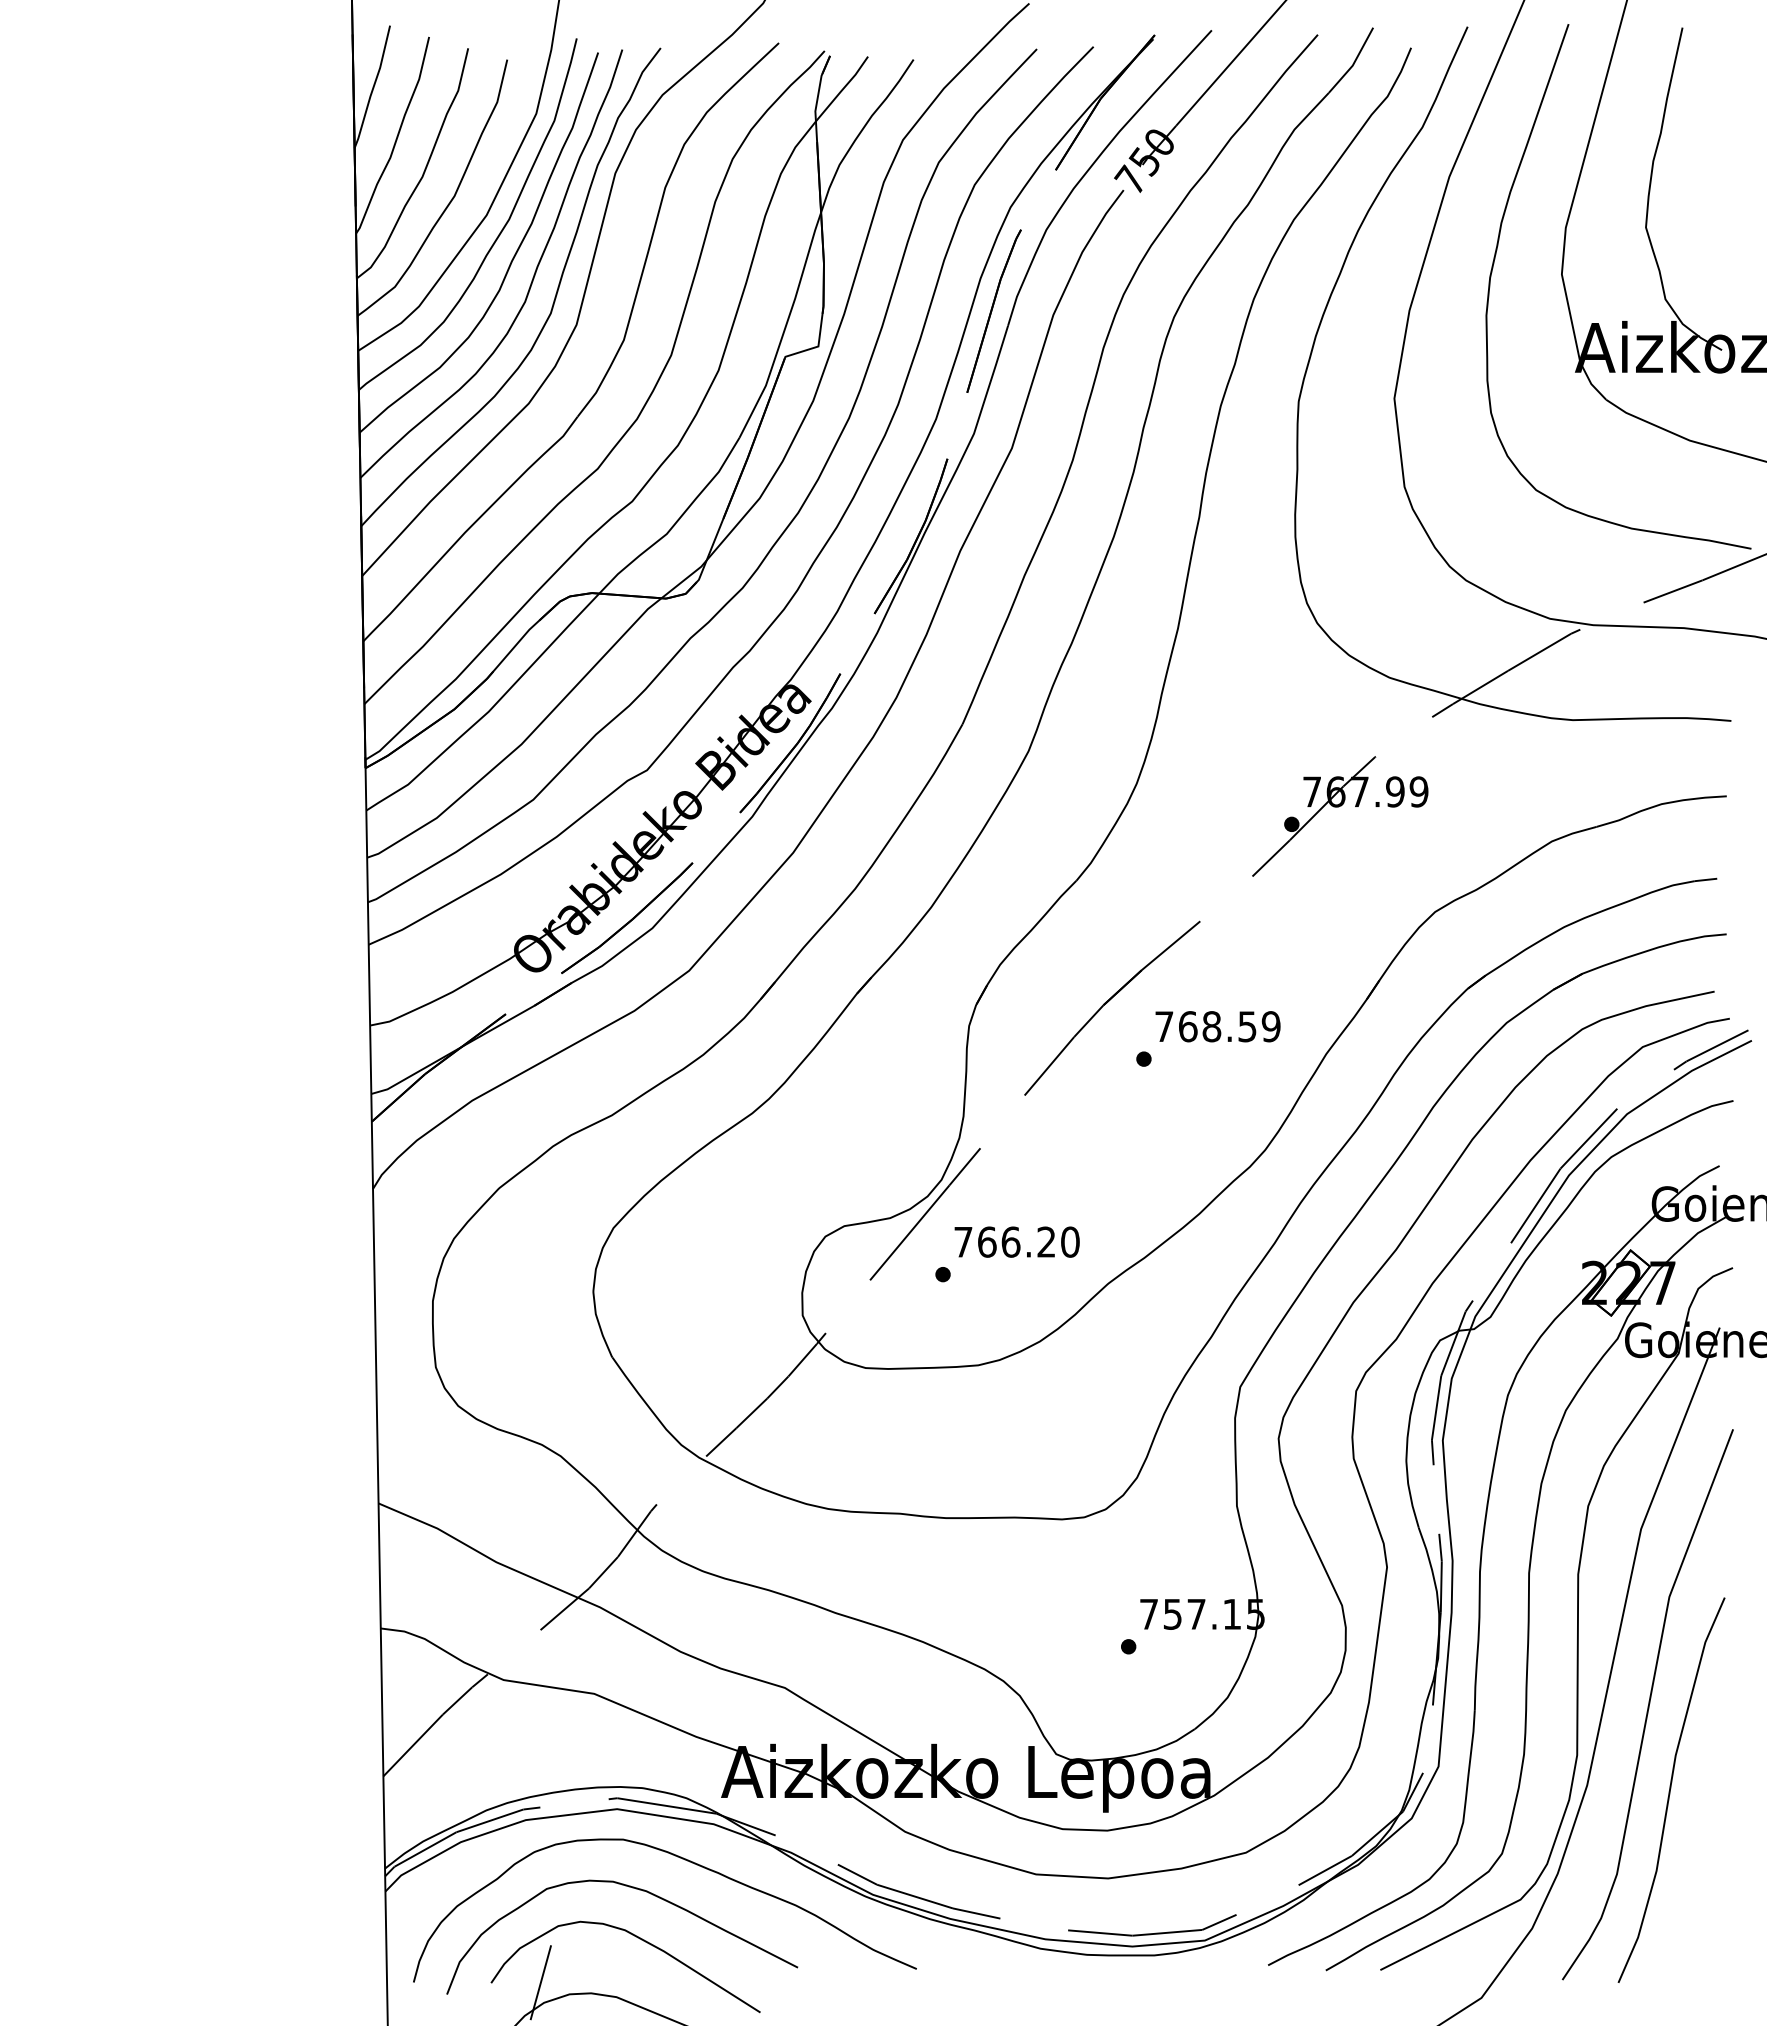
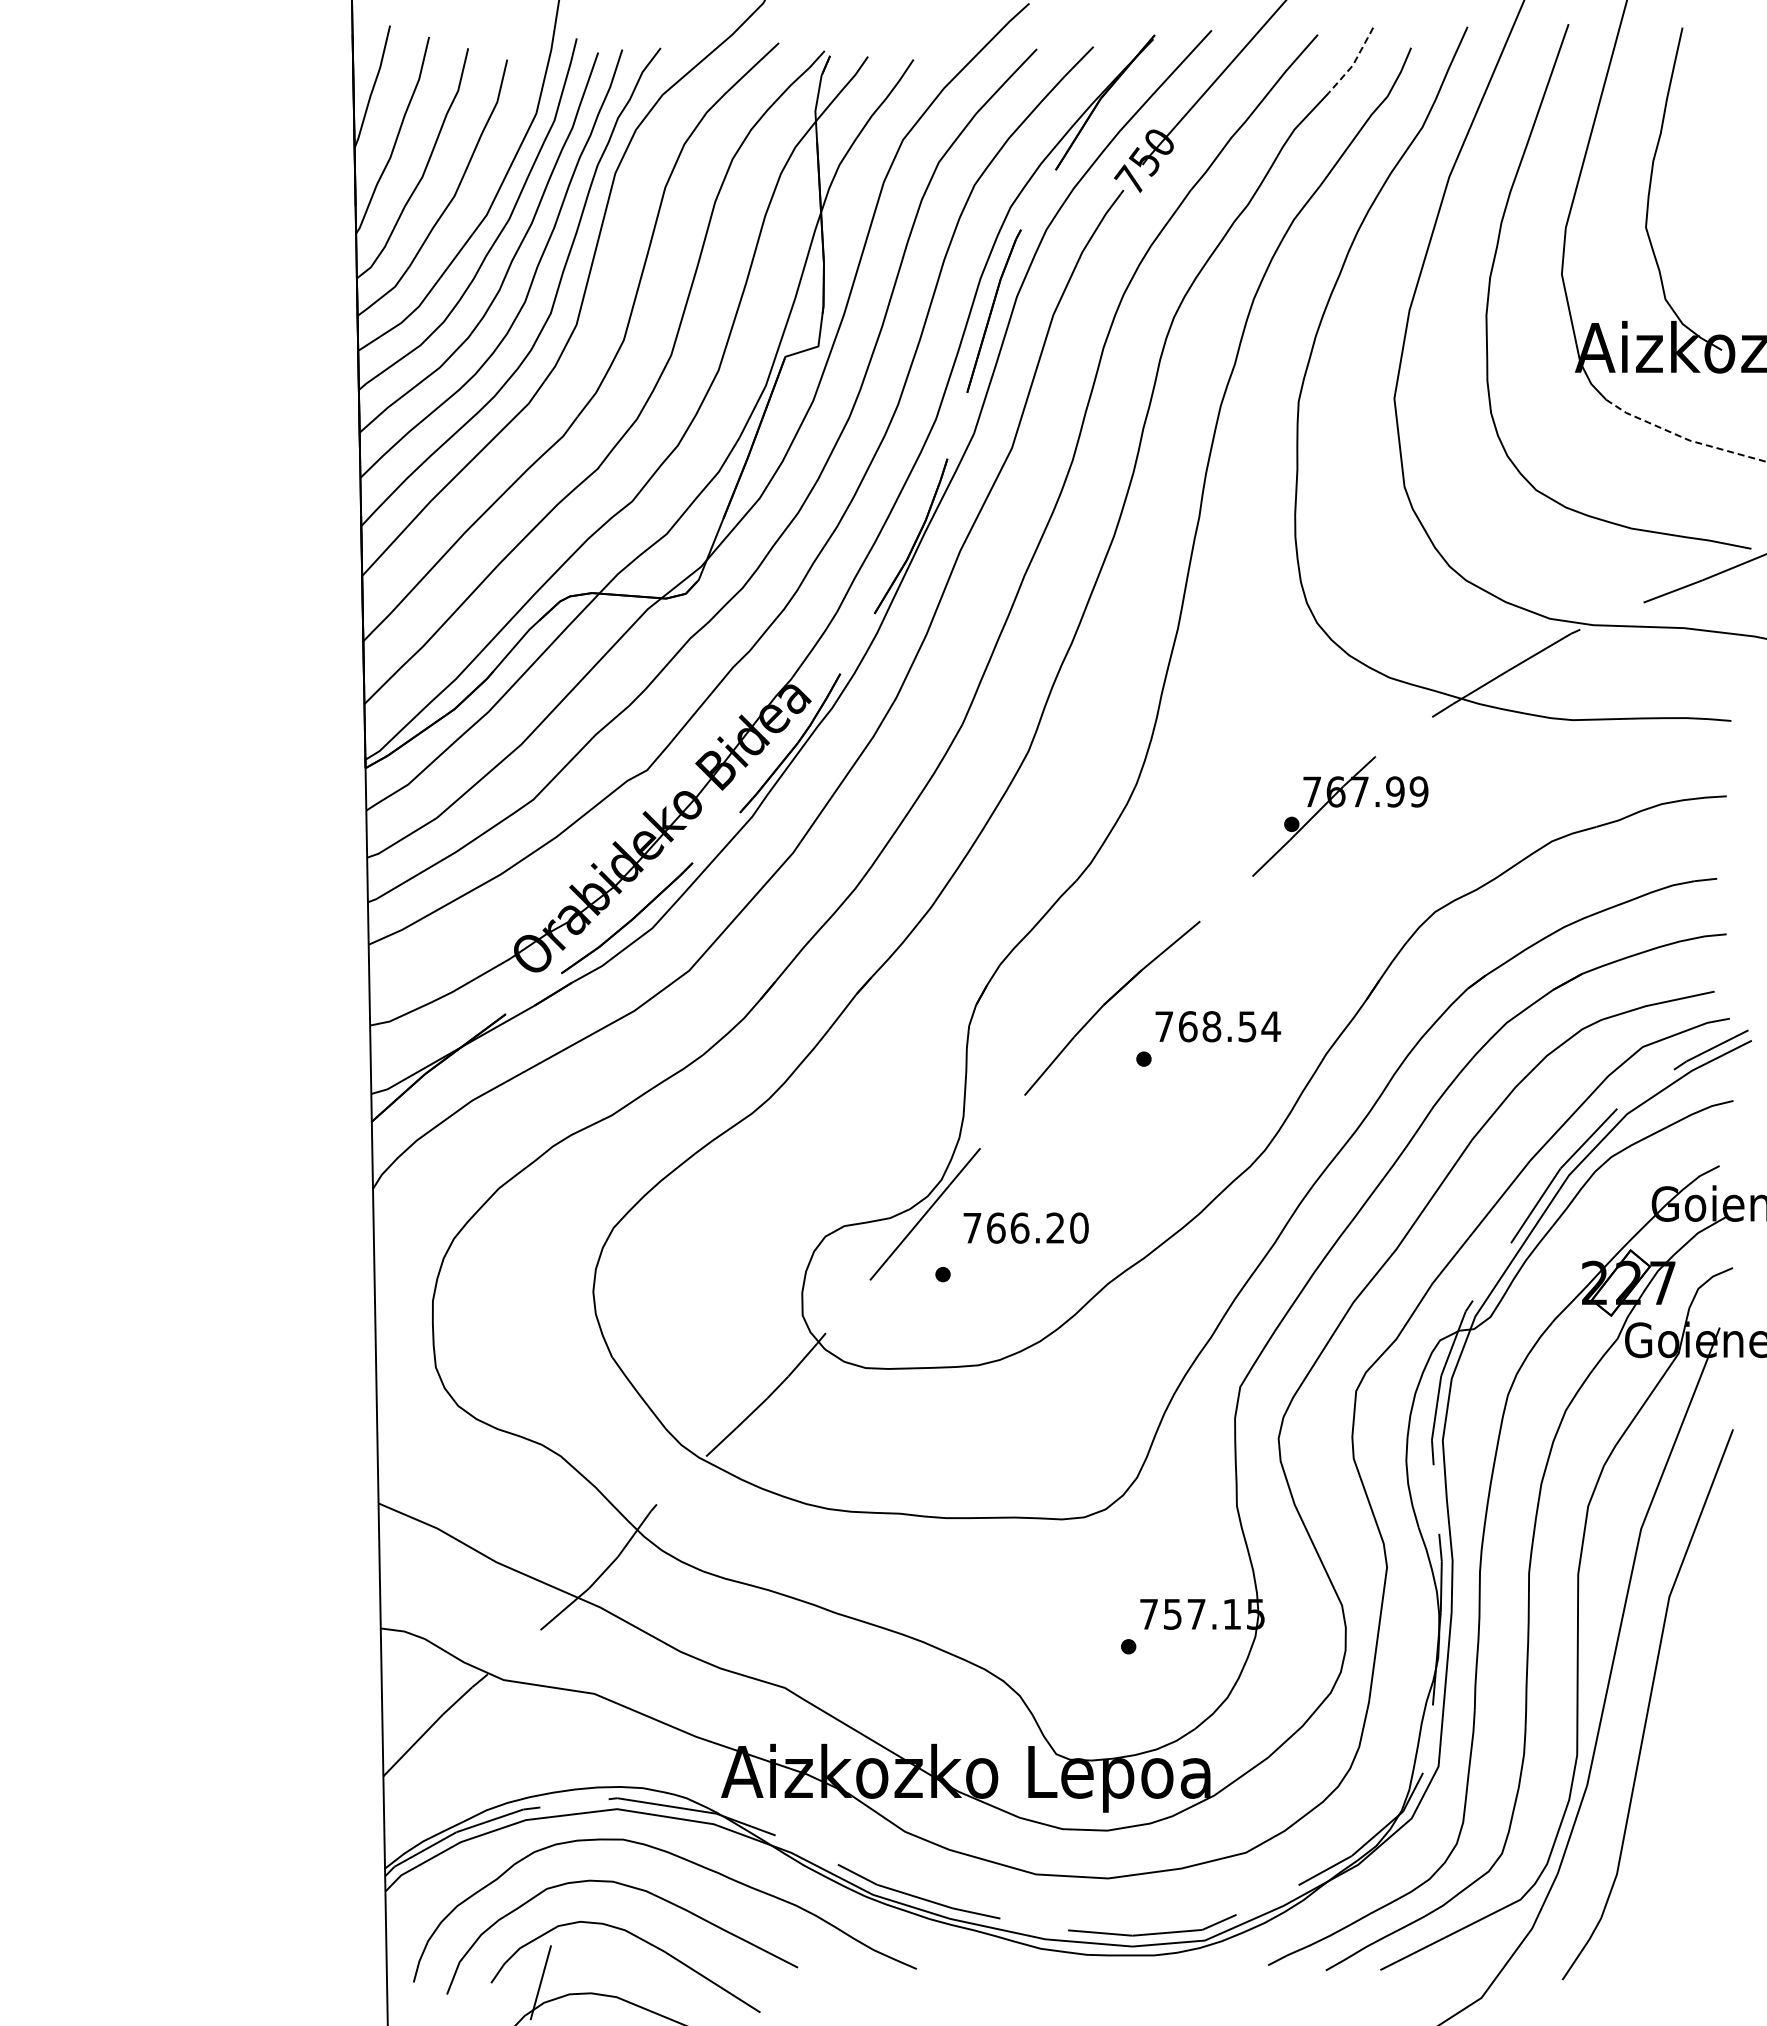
line at (1354, 63): solid -> dashed
line at (1683, 437): solid -> dashed
text at (1271, 1026): 768.59 -> 768.54
text at (1016, 1241) position: (1016, 1241) -> (1025, 1227)
curve at (1671, 1788): present -> none
